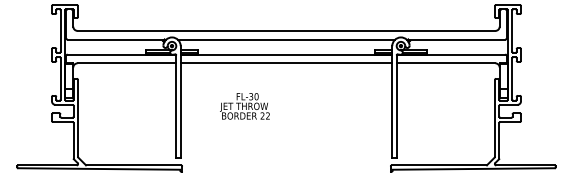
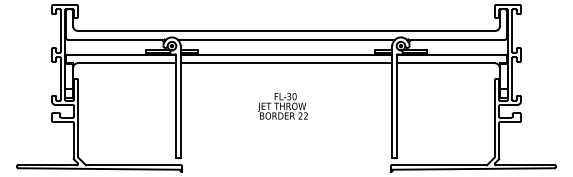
text at (244, 106) position: (244, 106) -> (282, 106)
